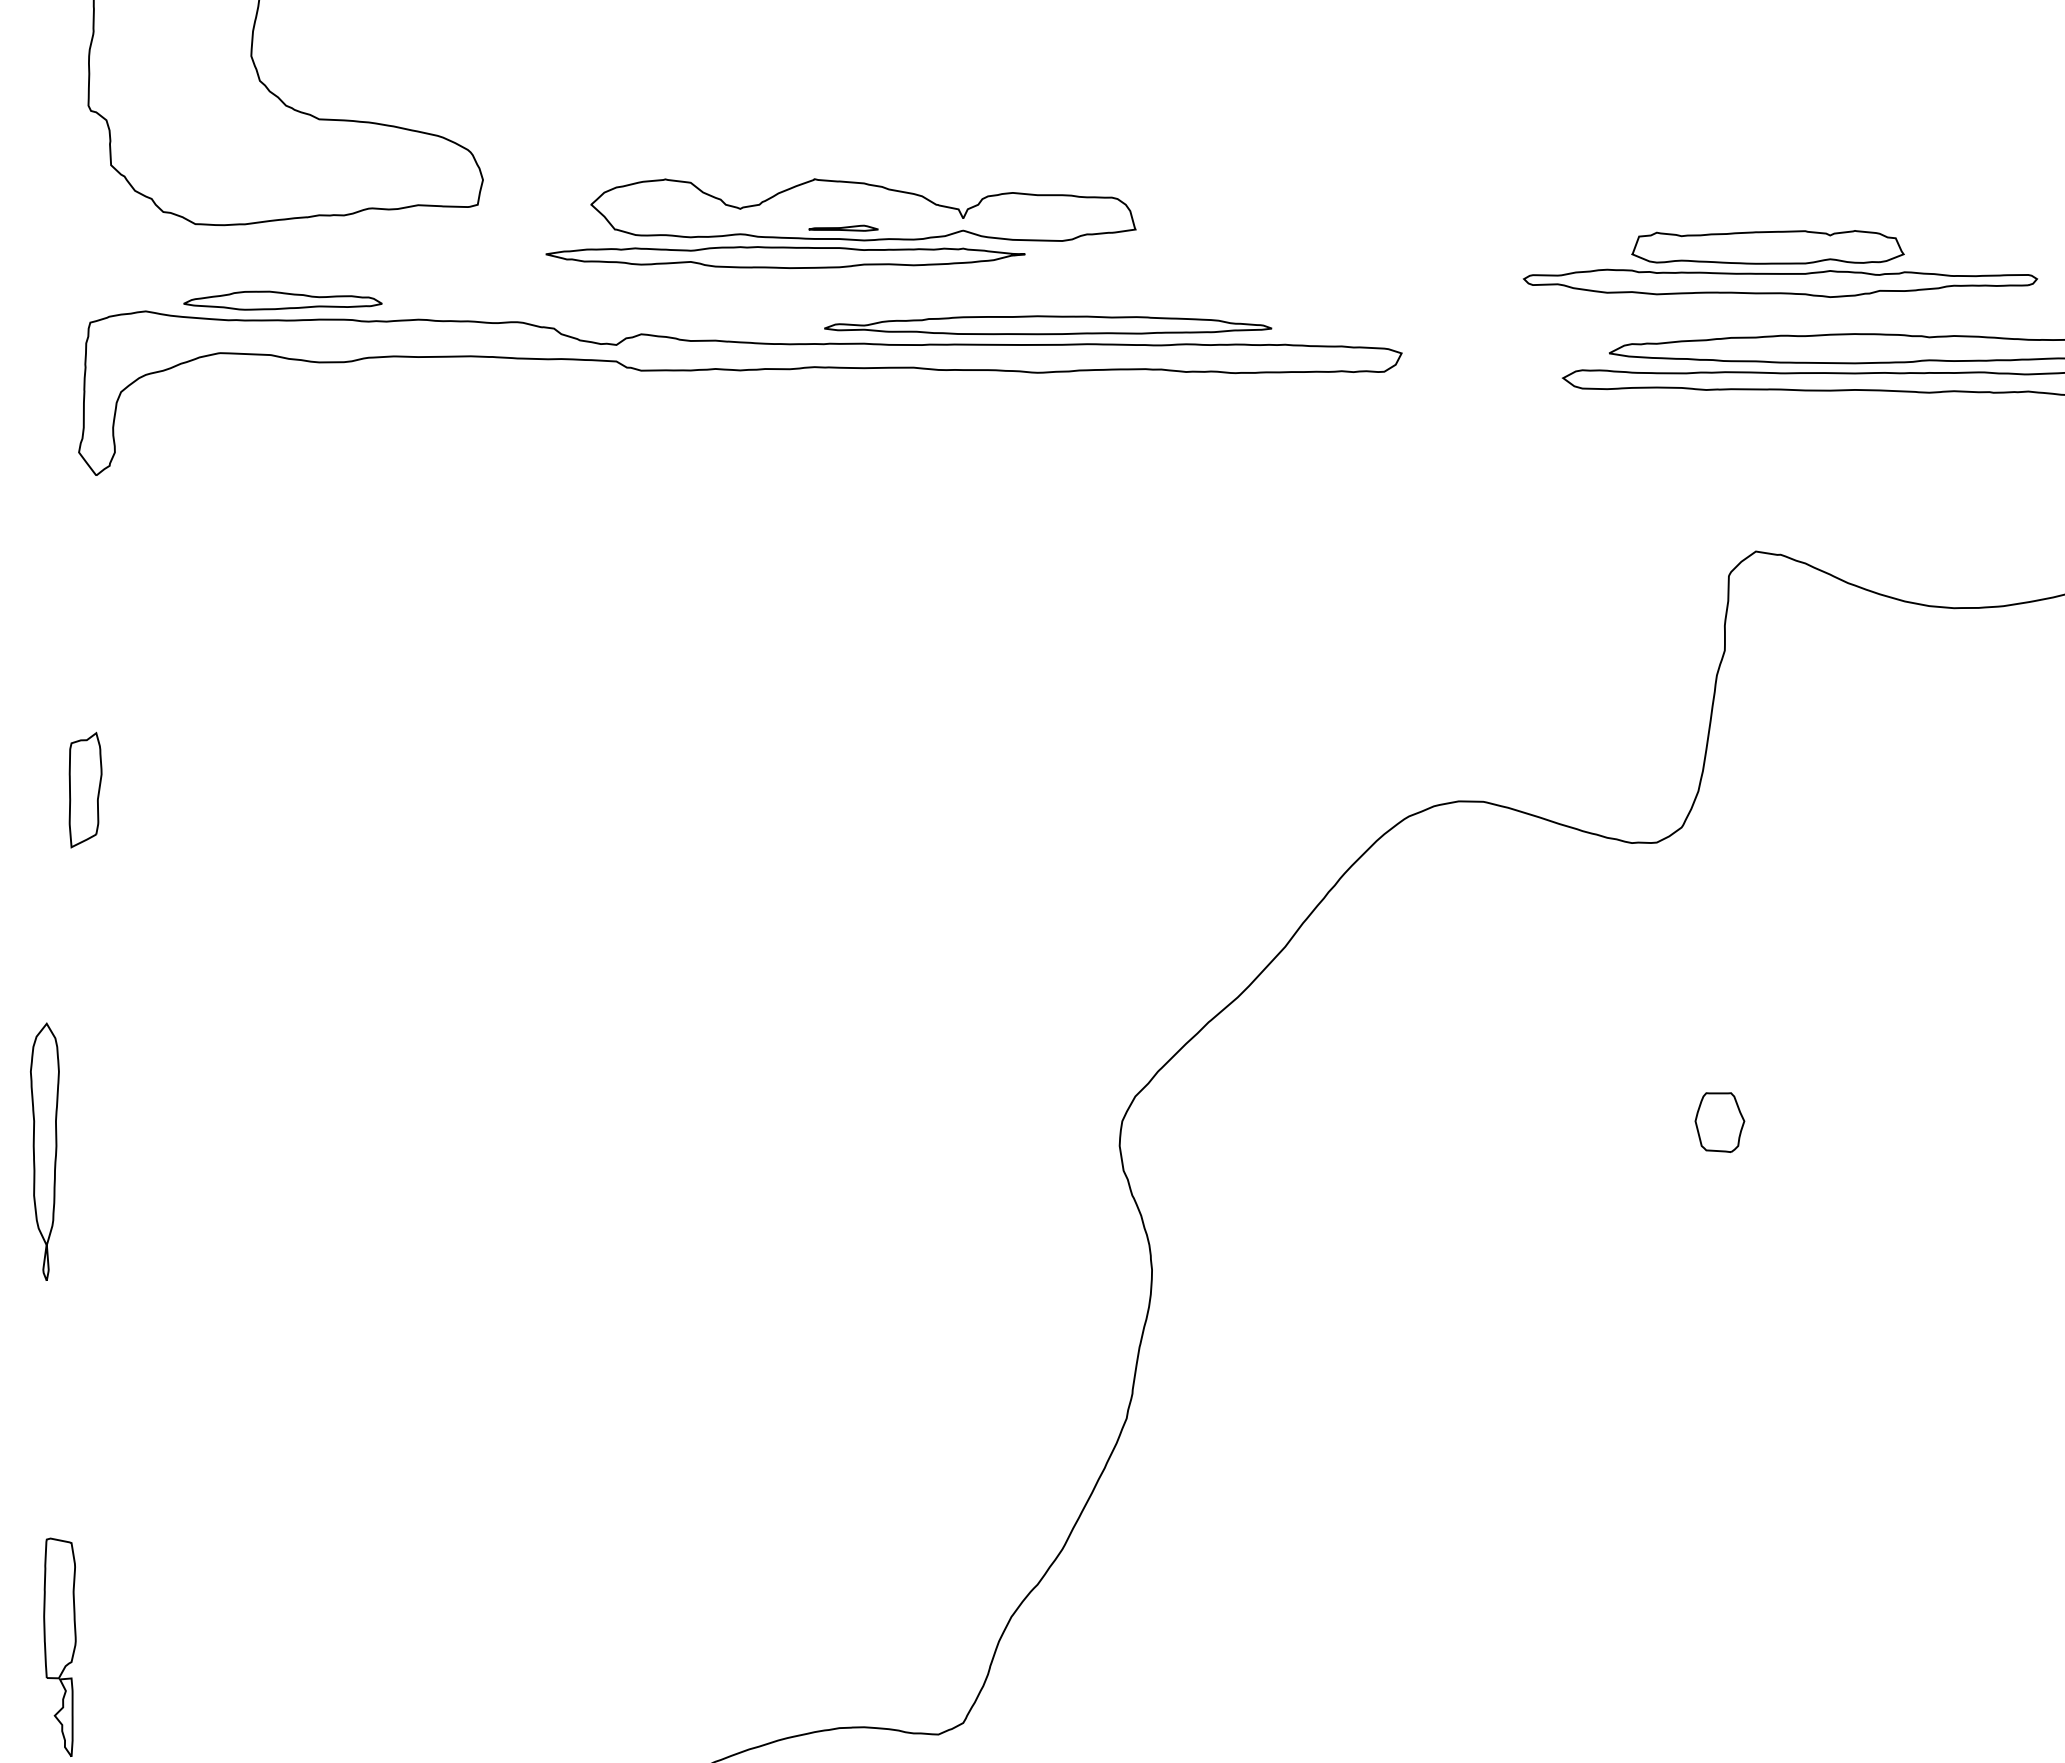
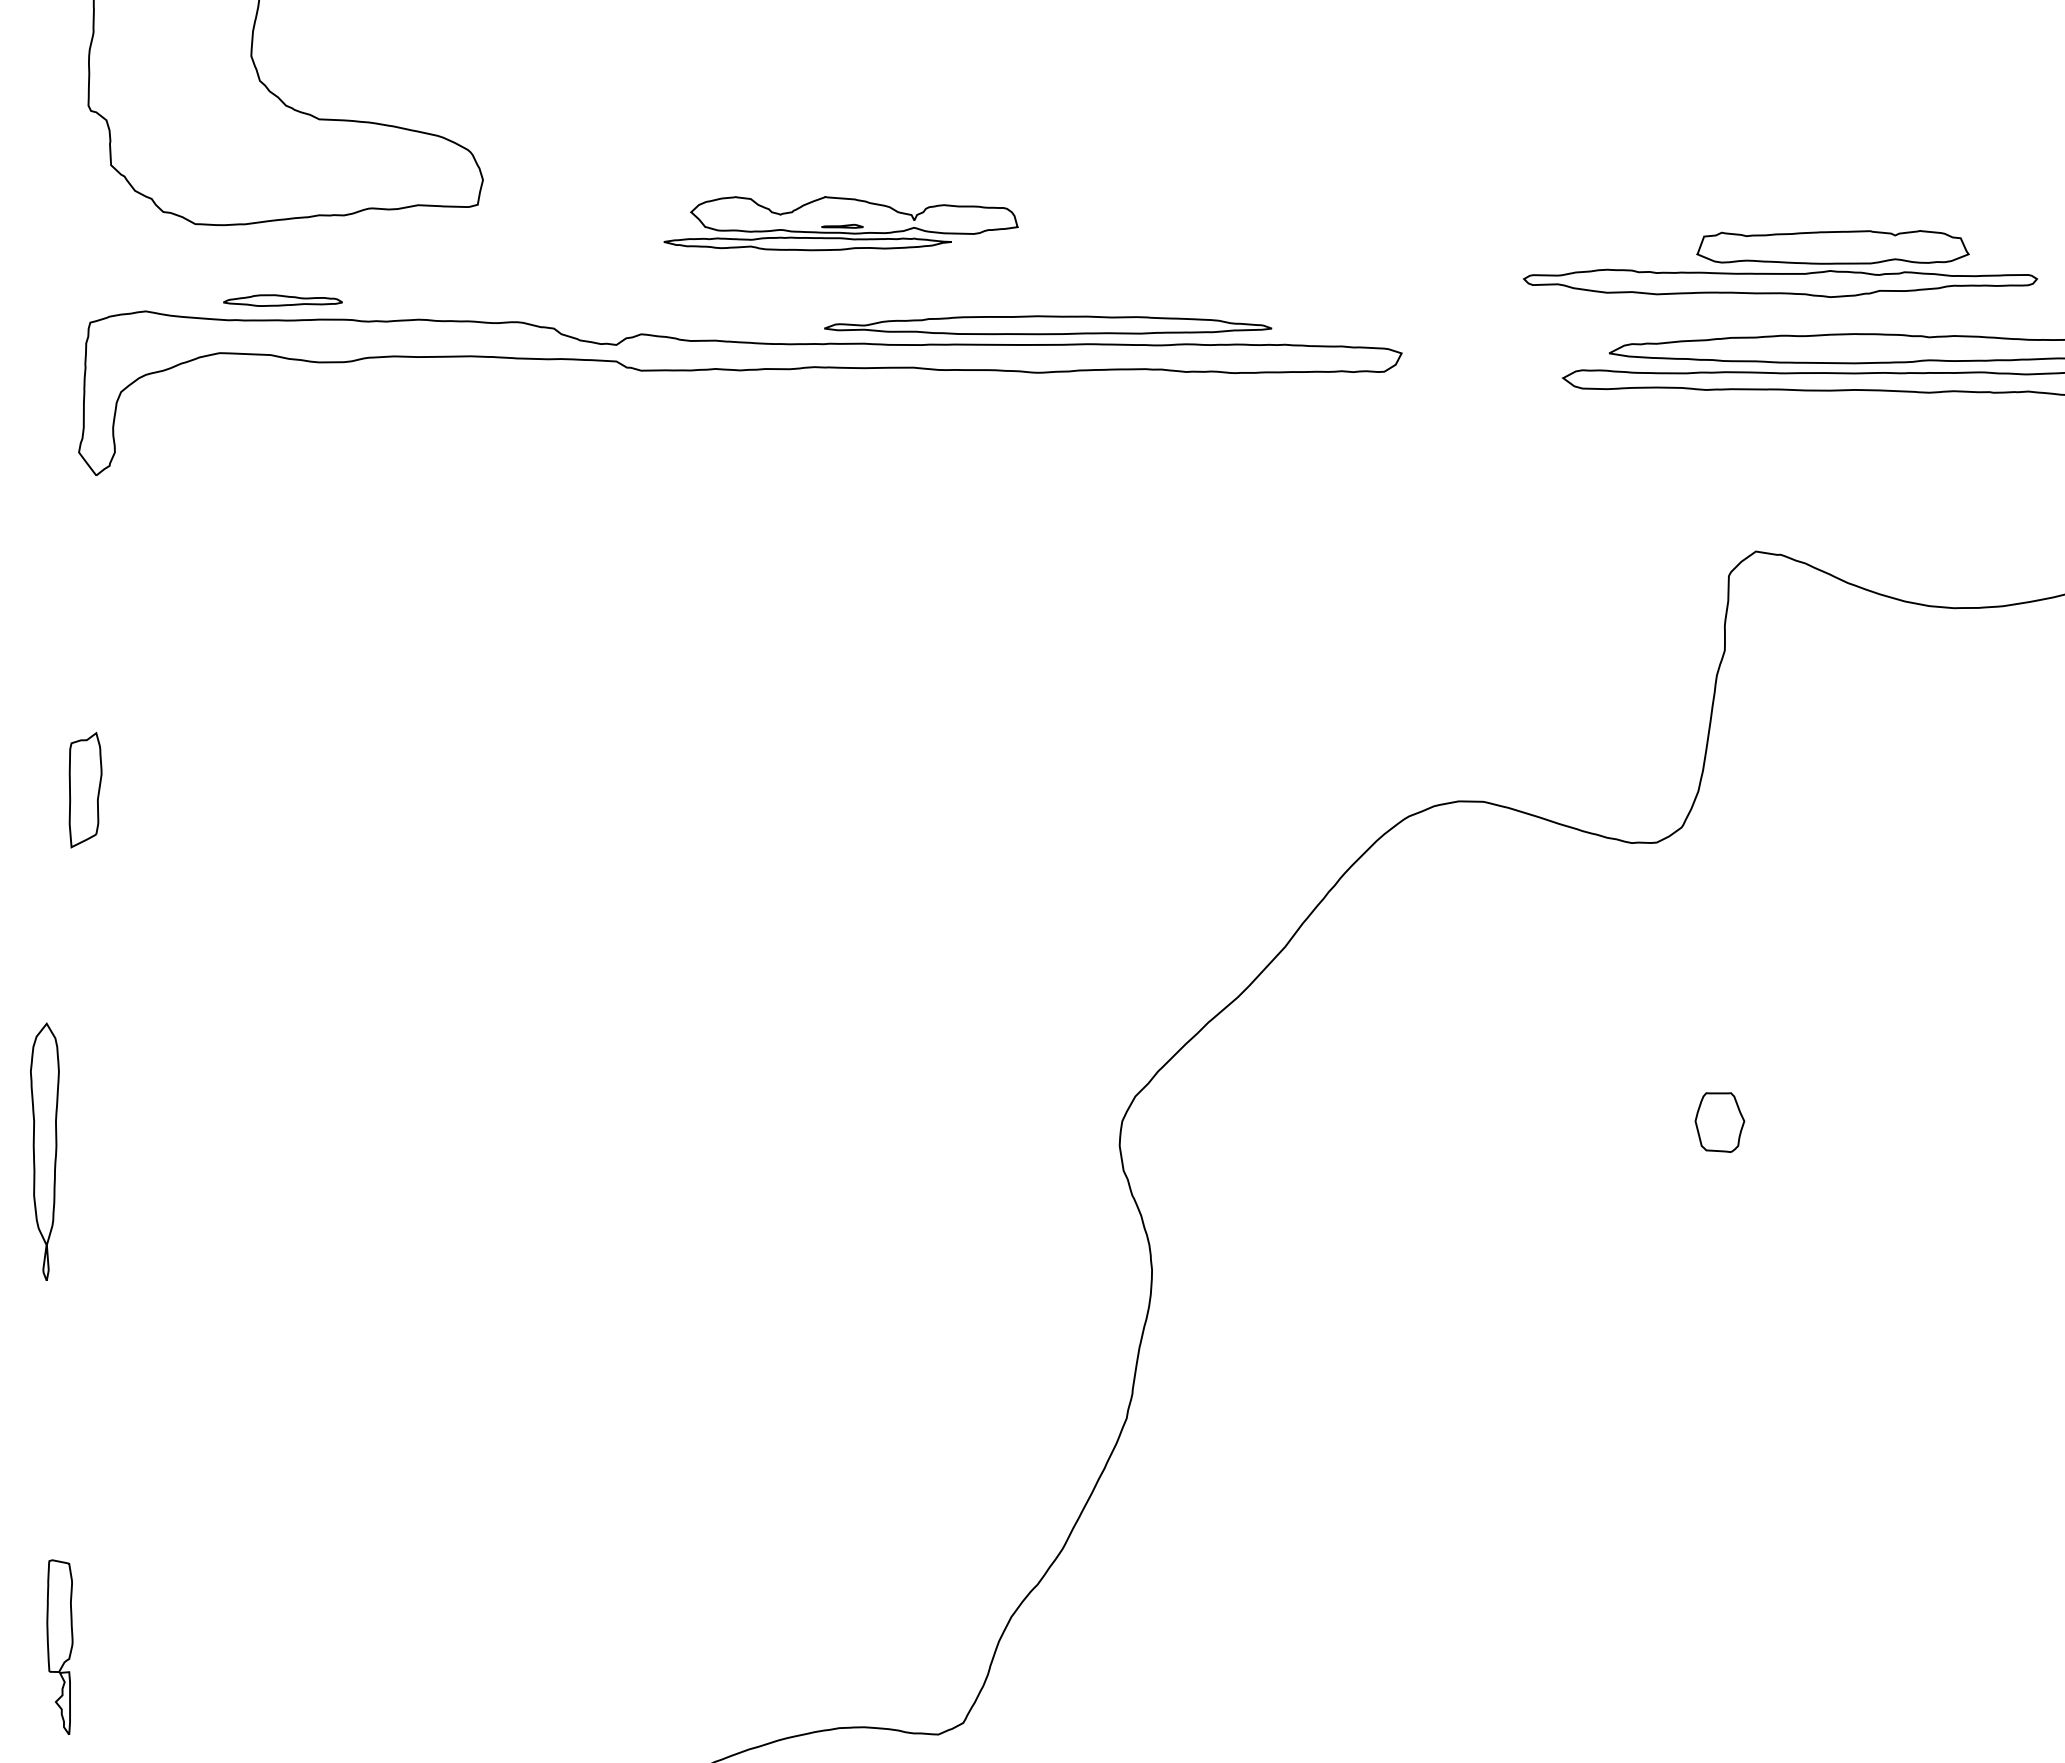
part at (840, 223) size: 592x91 px -> 356x56 px
part at (1767, 247) position: (1767, 247) -> (1832, 247)
part at (282, 300) size: 200x21 px -> 120x13 px
part at (59, 1646) size: 34x220 px -> 28x177 px
